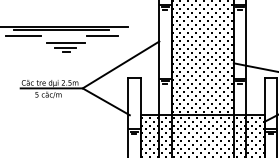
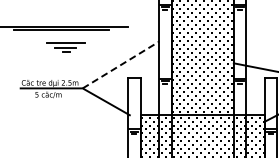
line at (23, 36): present -> none
line at (102, 36): present -> none
line at (121, 64): solid -> dashed
